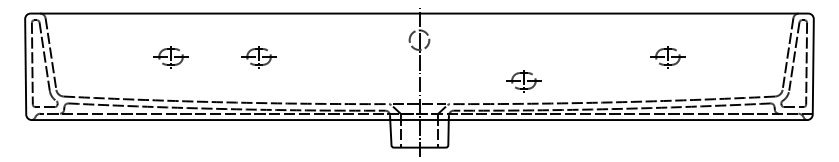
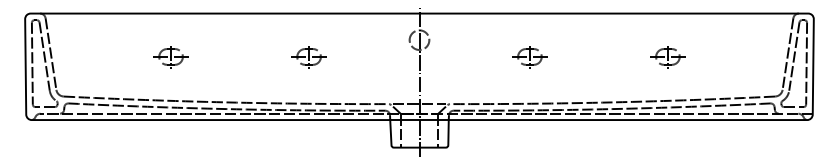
part at (258, 57) position: (258, 57) -> (308, 57)
part at (523, 81) position: (523, 81) -> (529, 57)
